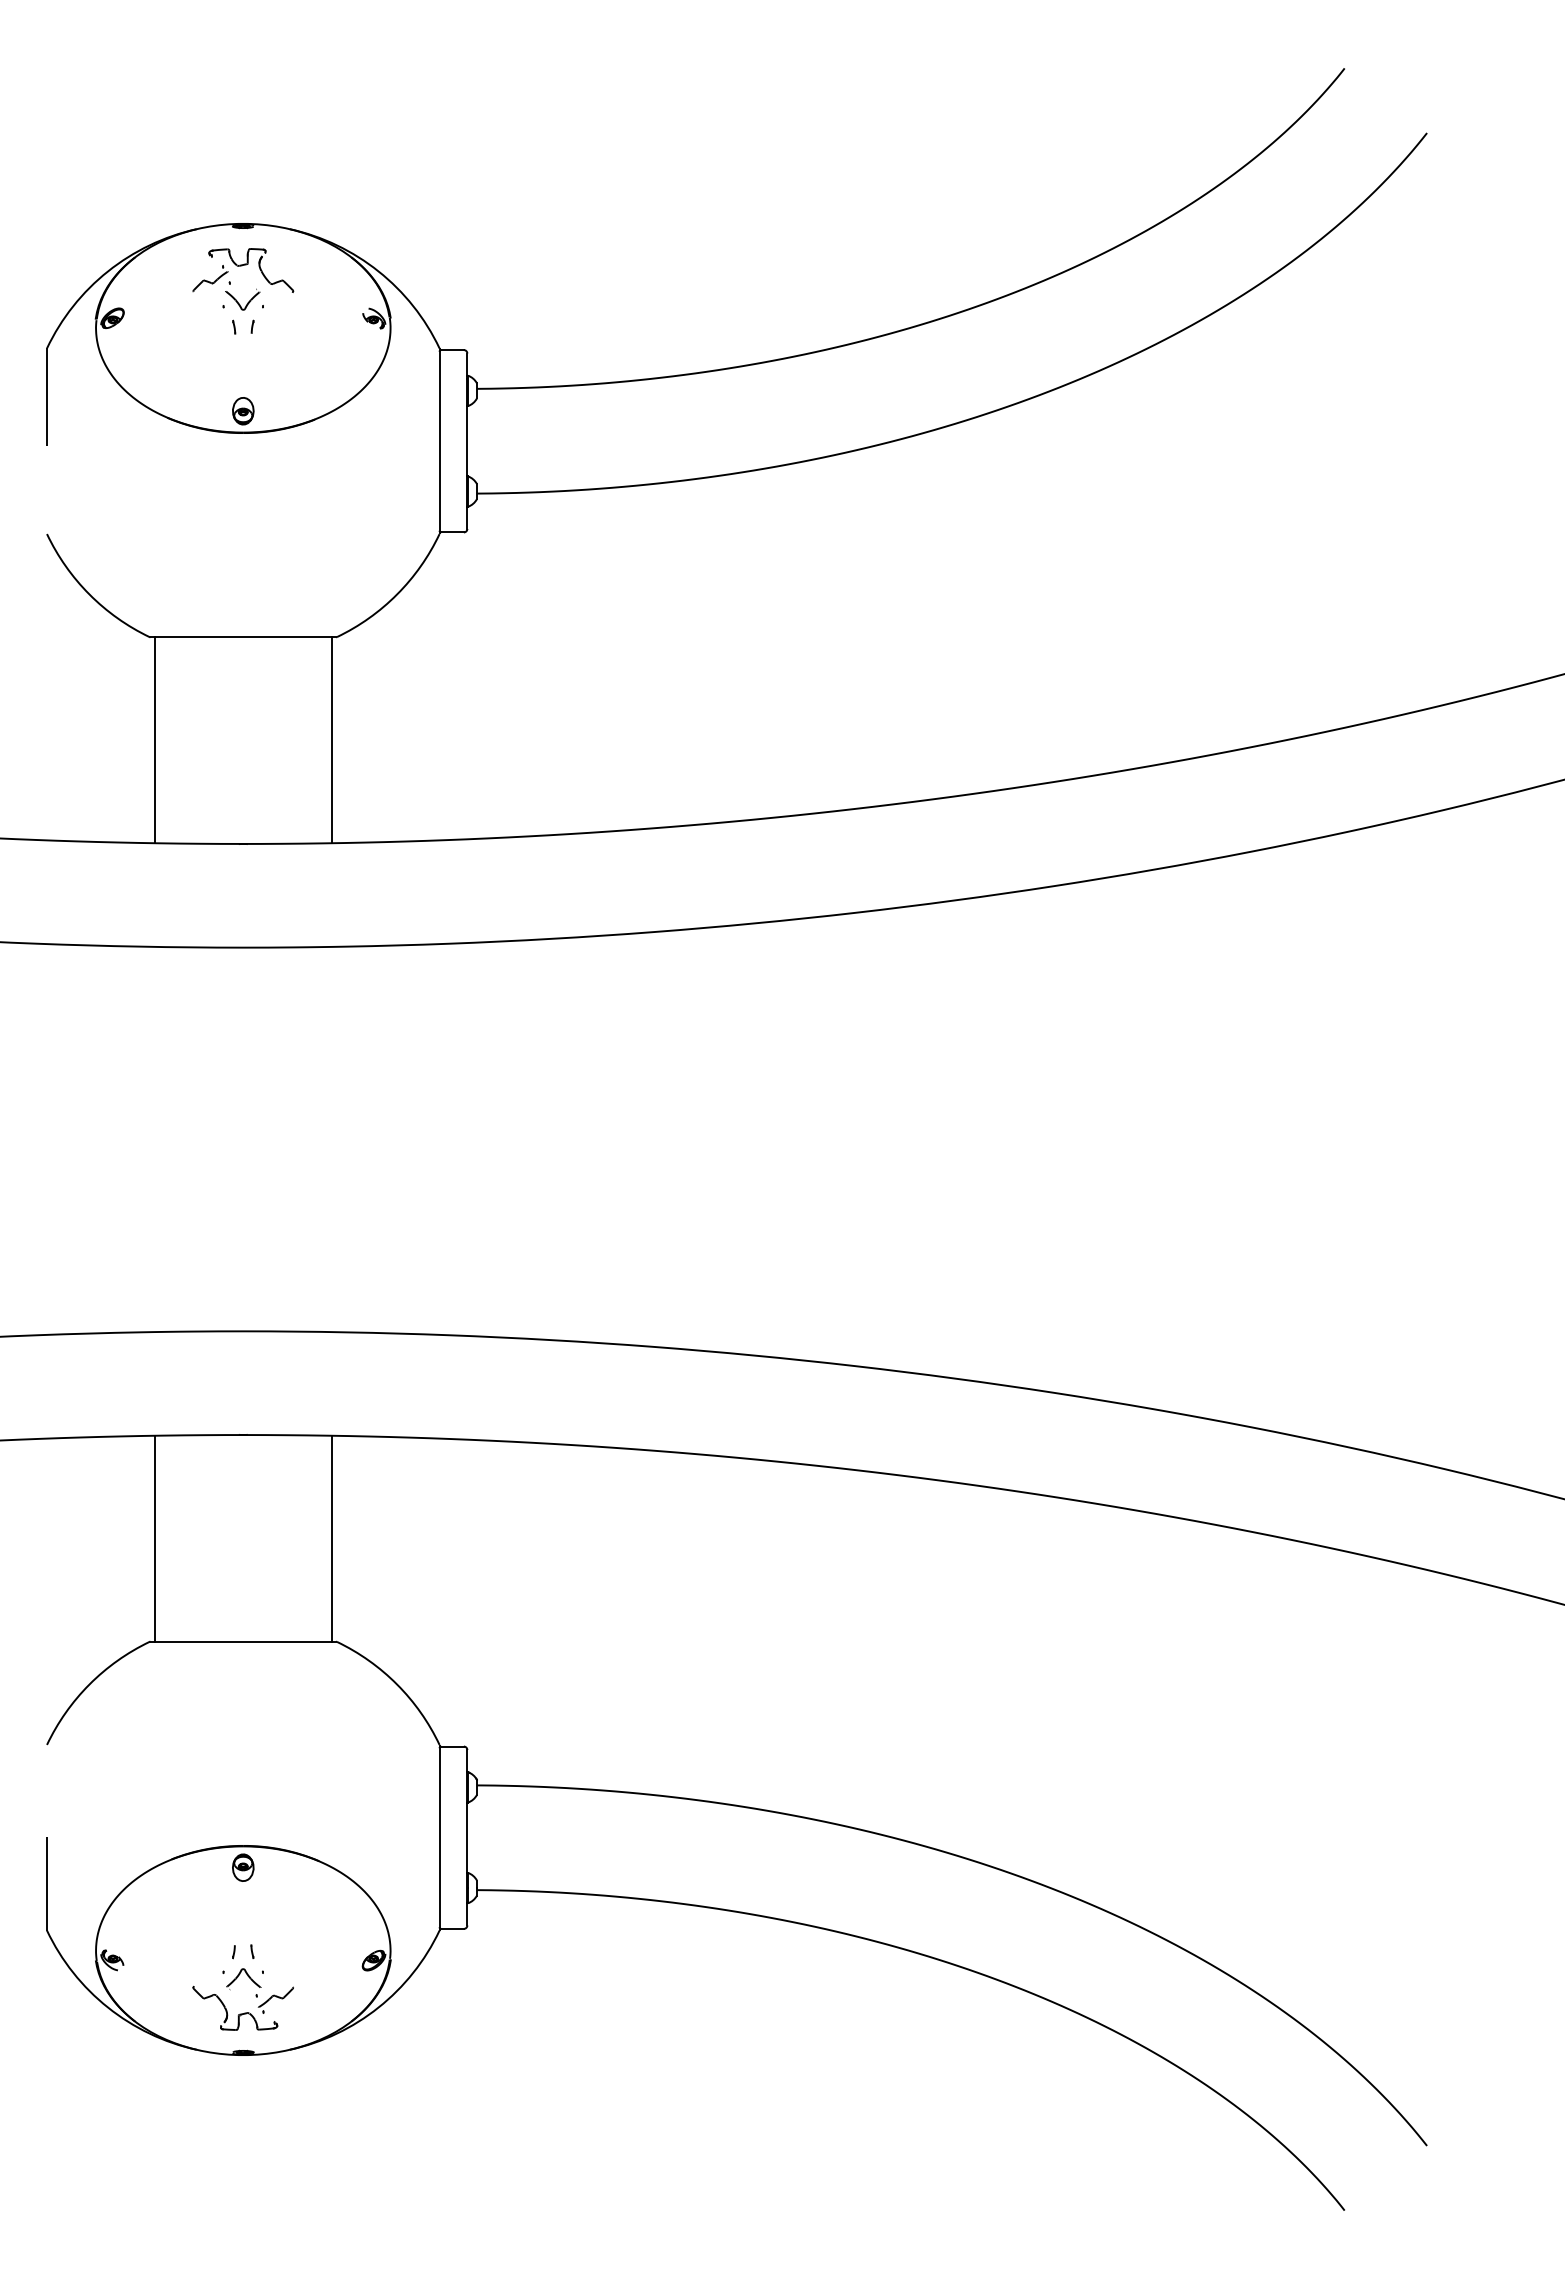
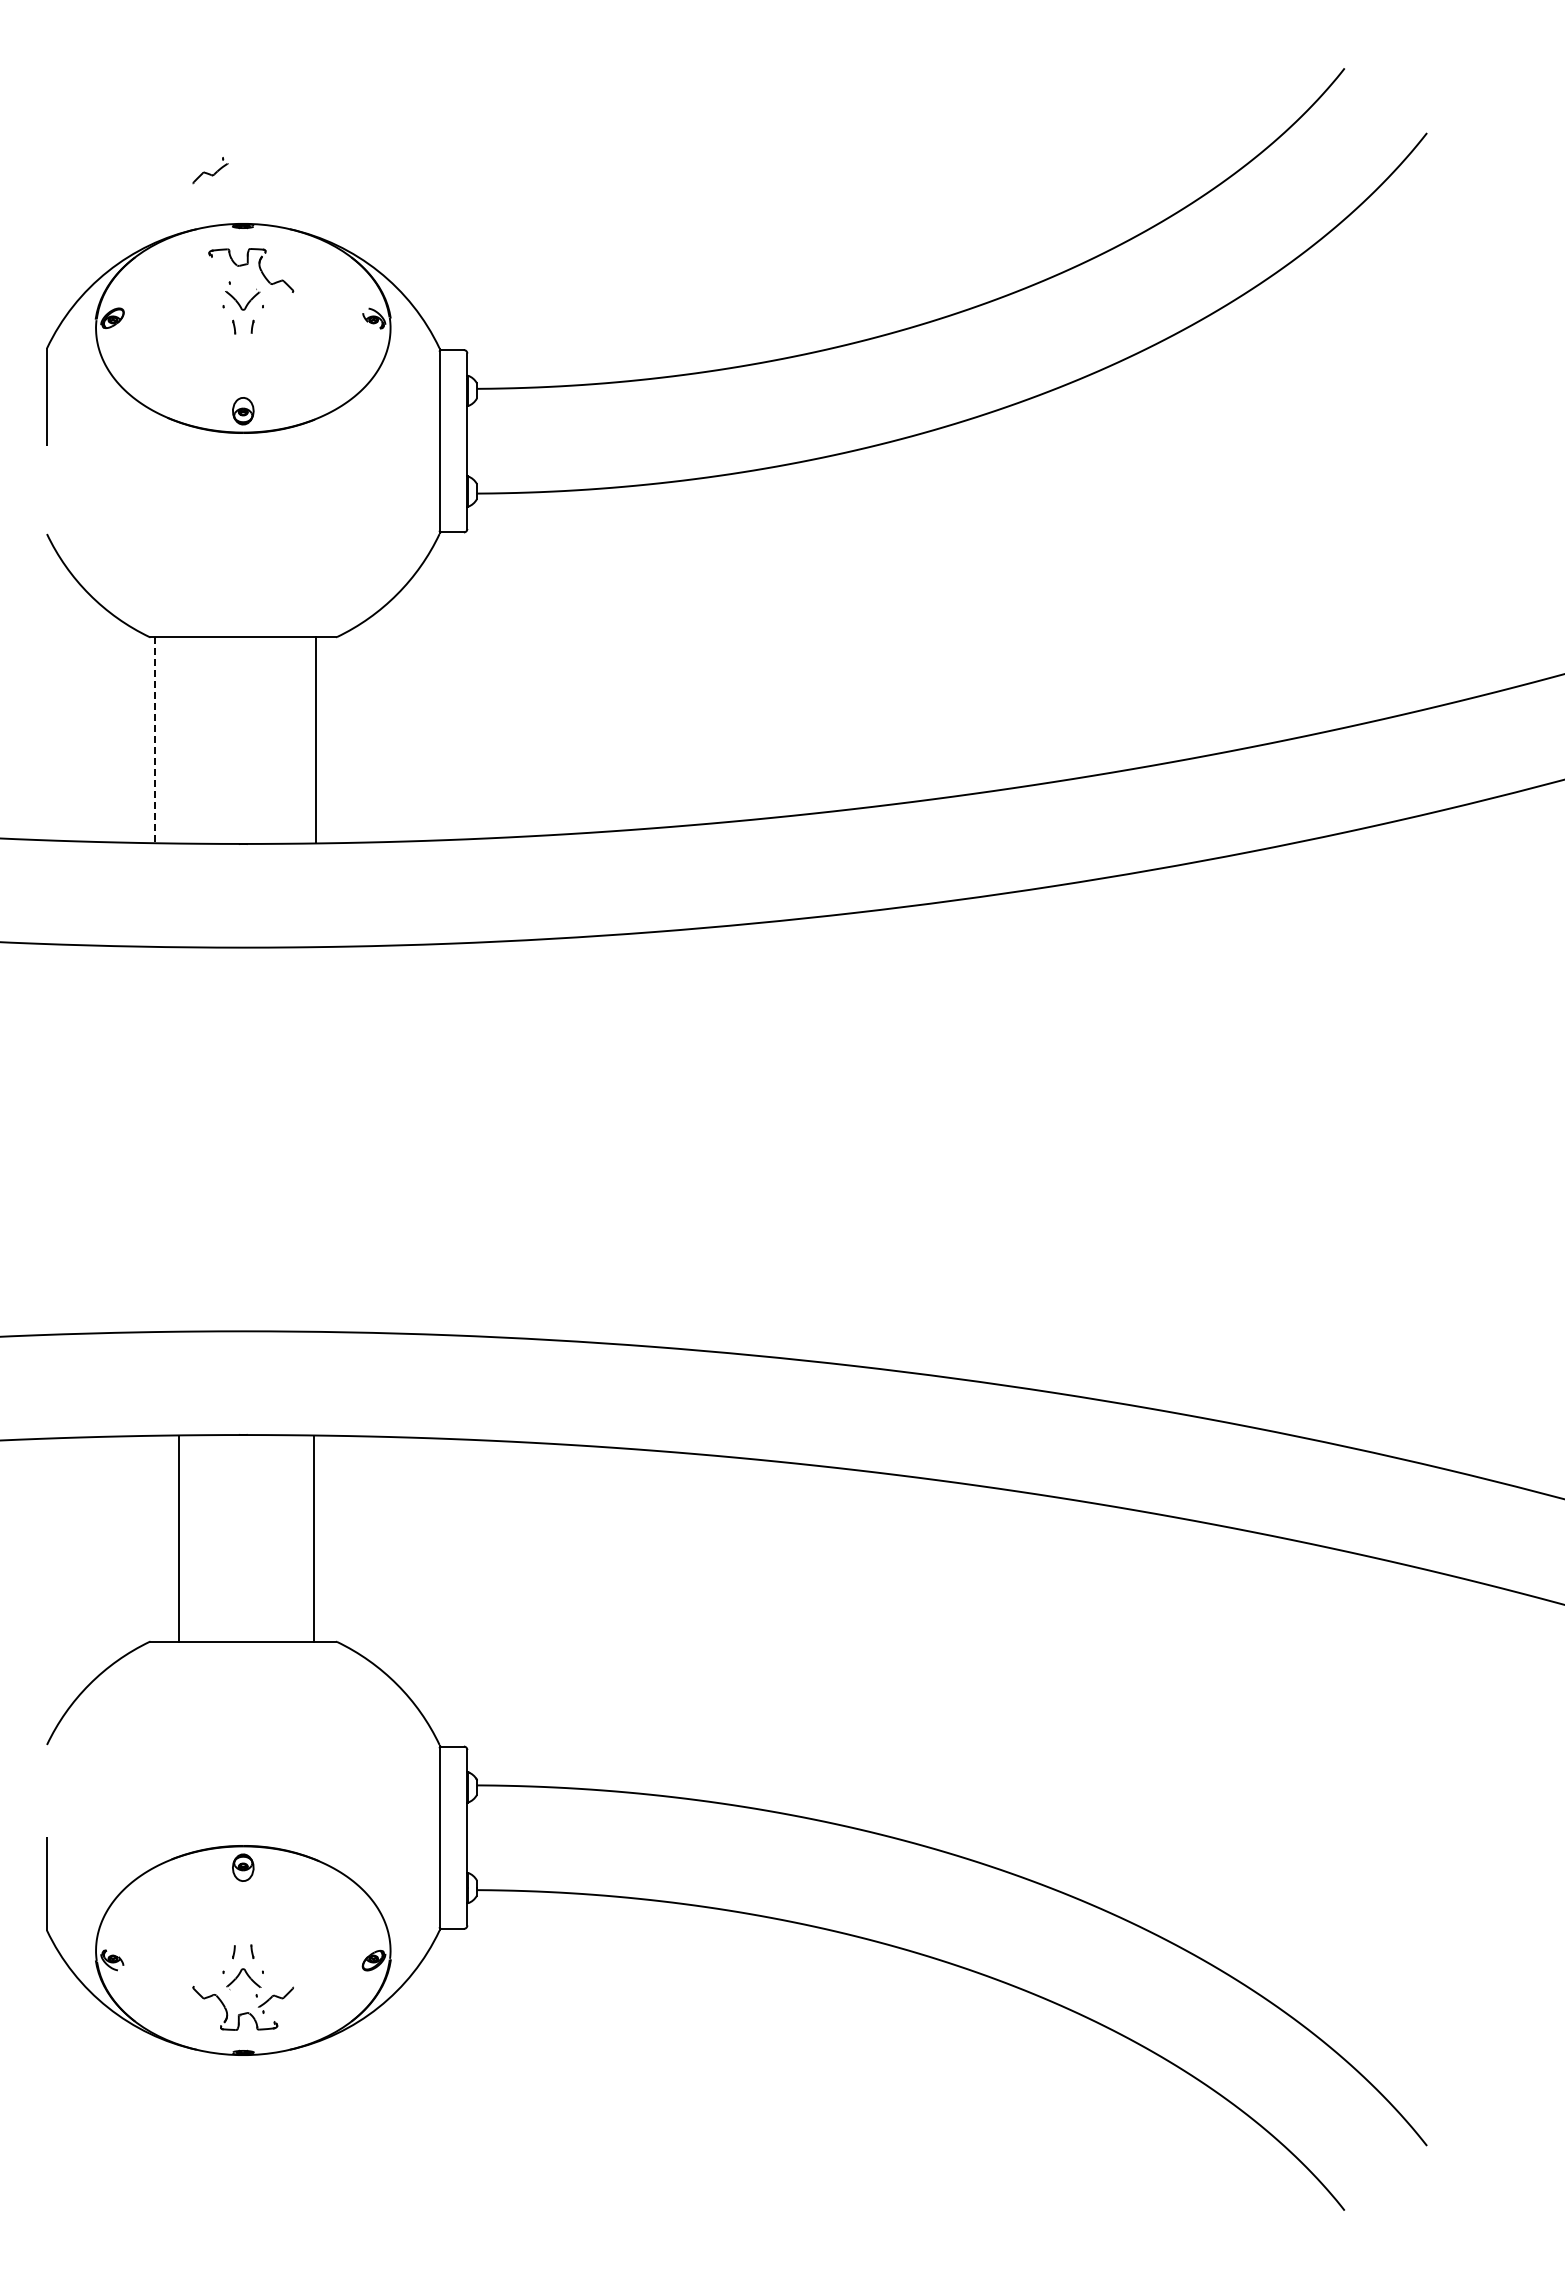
part at (210, 278) position: (210, 278) -> (210, 170)
line at (155, 740): solid -> dashed
line at (331, 740) position: (331, 740) -> (315, 740)
line at (155, 1538) position: (155, 1538) -> (179, 1538)
line at (331, 1538) position: (331, 1538) -> (313, 1538)
